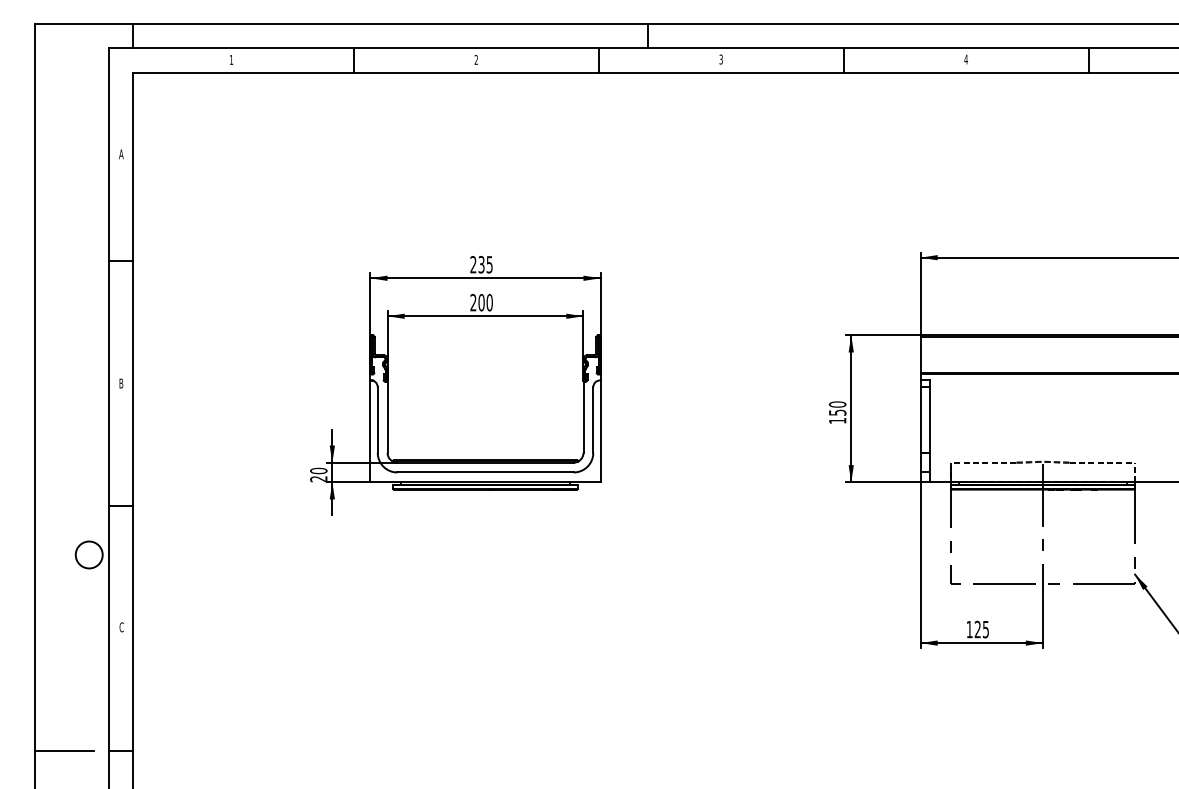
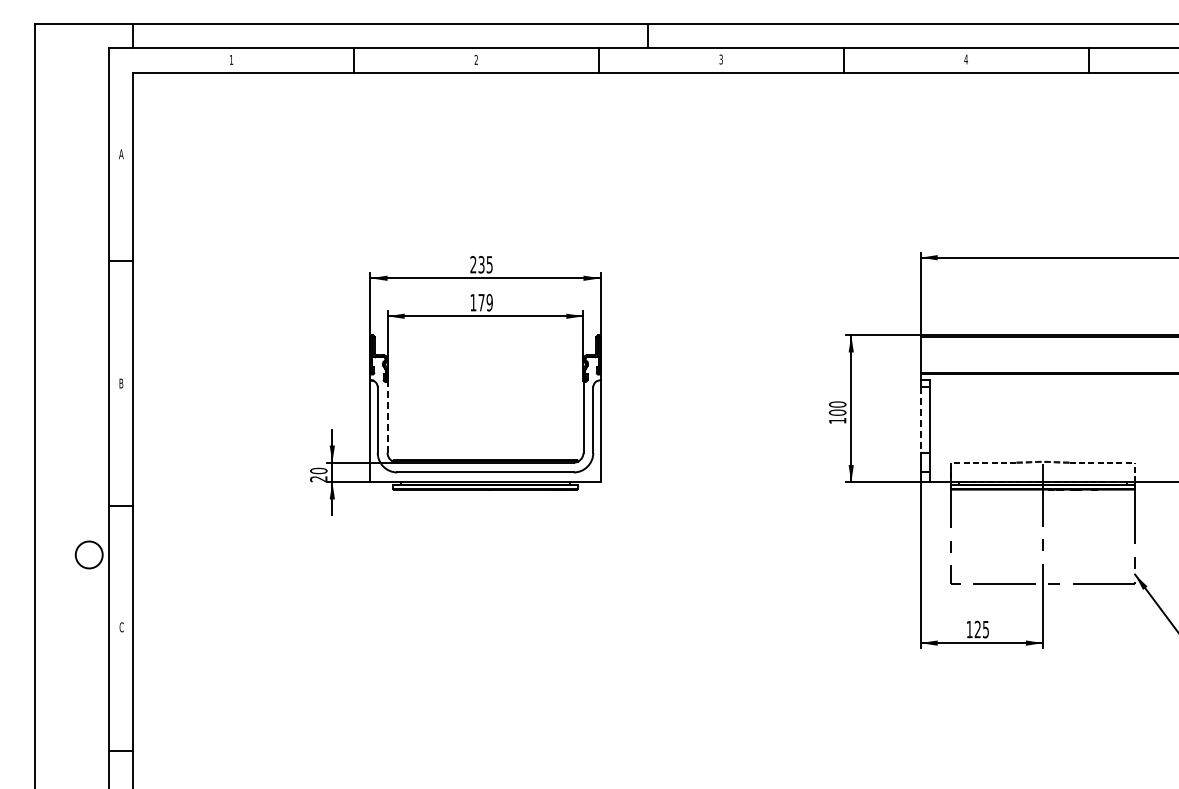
text at (481, 302): 200 -> 179
text at (837, 412): 150 -> 100
line at (387, 417): solid -> dashed
line at (920, 420): solid -> dashed
line at (64, 750): present -> none
